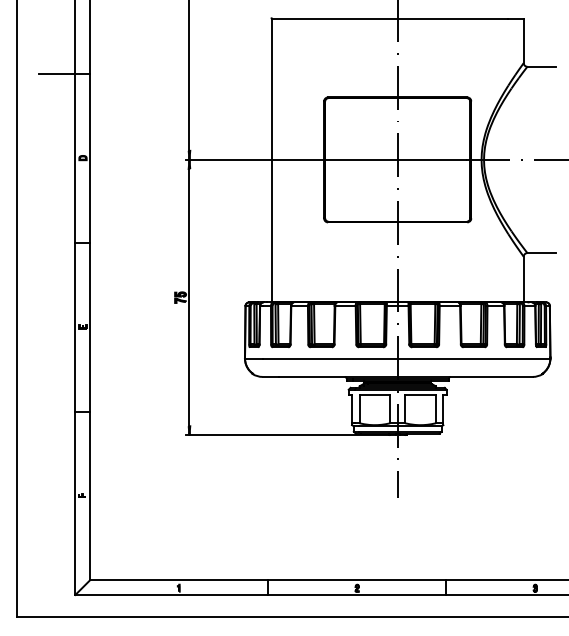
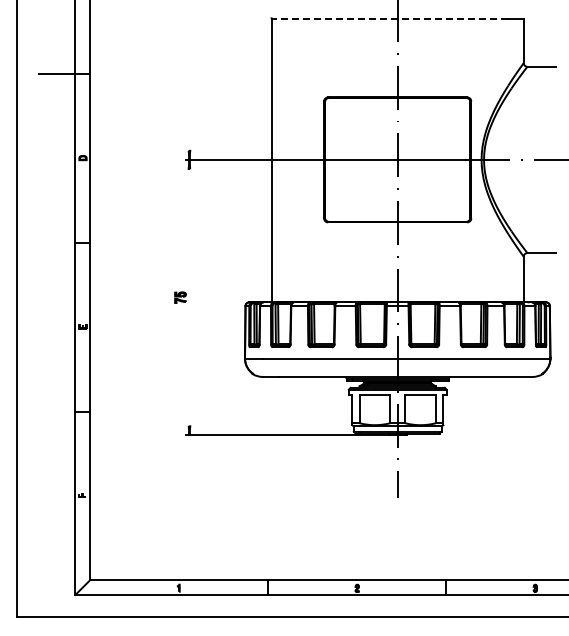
line at (389, 19): solid -> dashed
line at (189, 76): present -> none
line at (189, 297): present -> none
